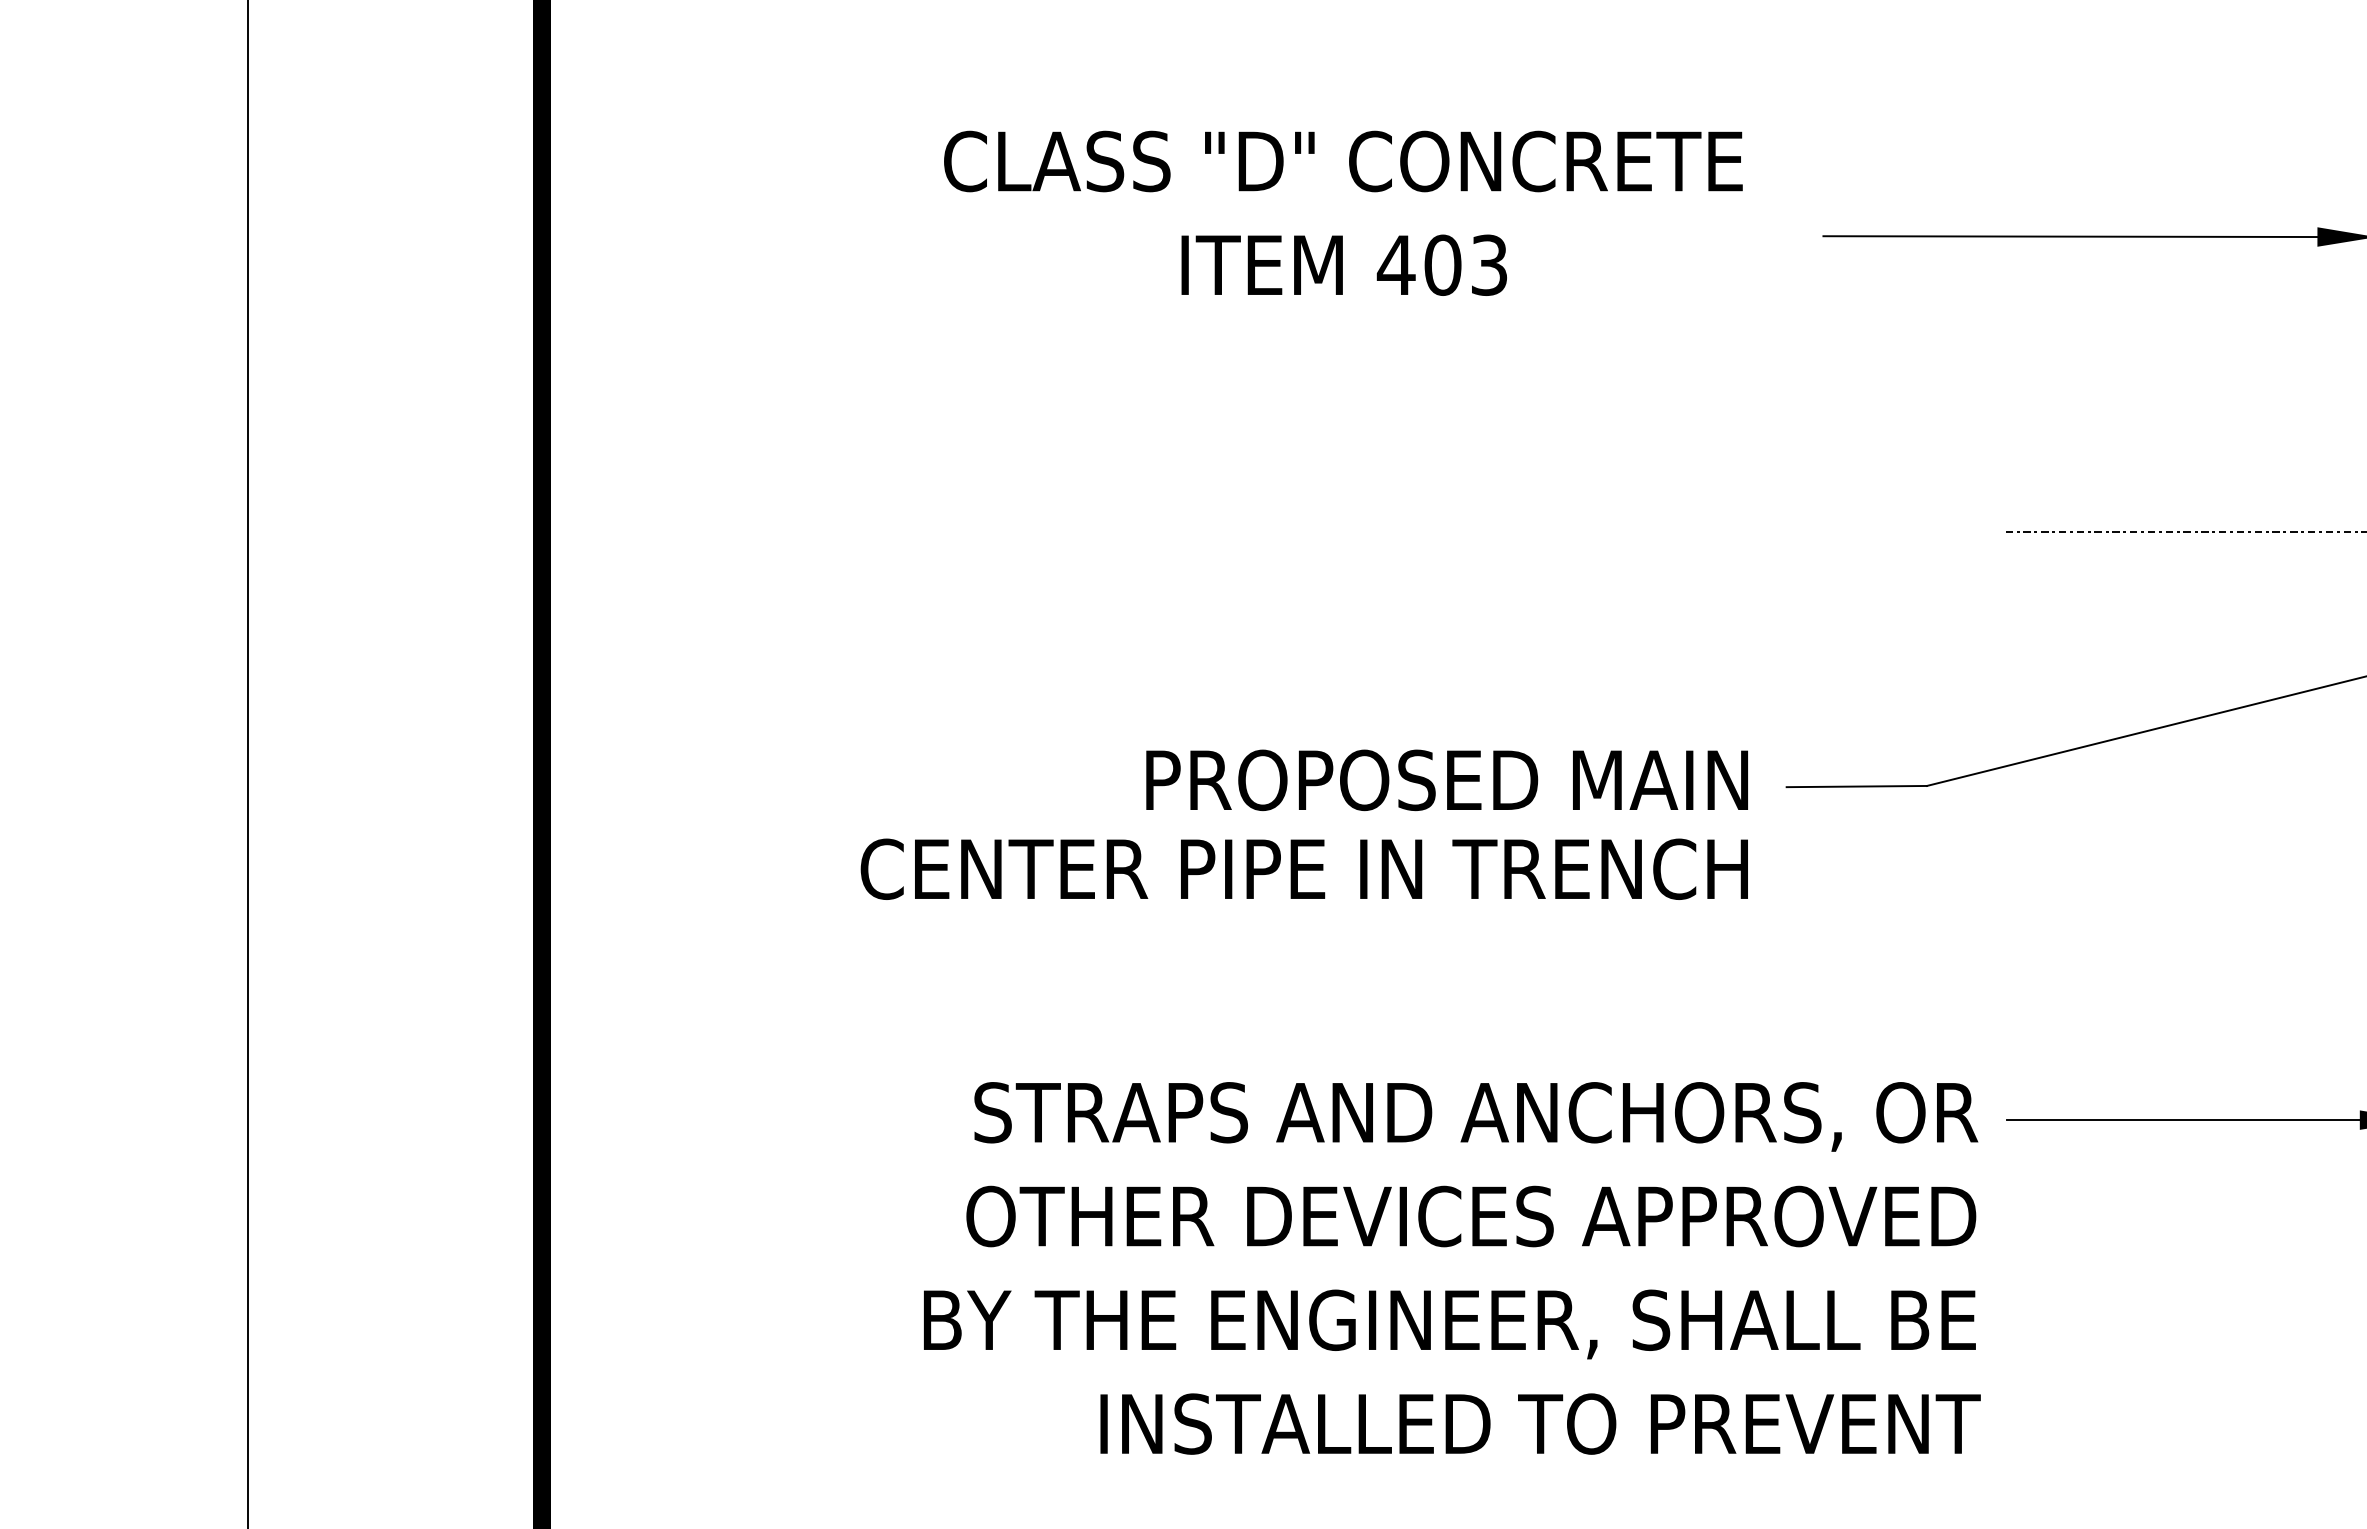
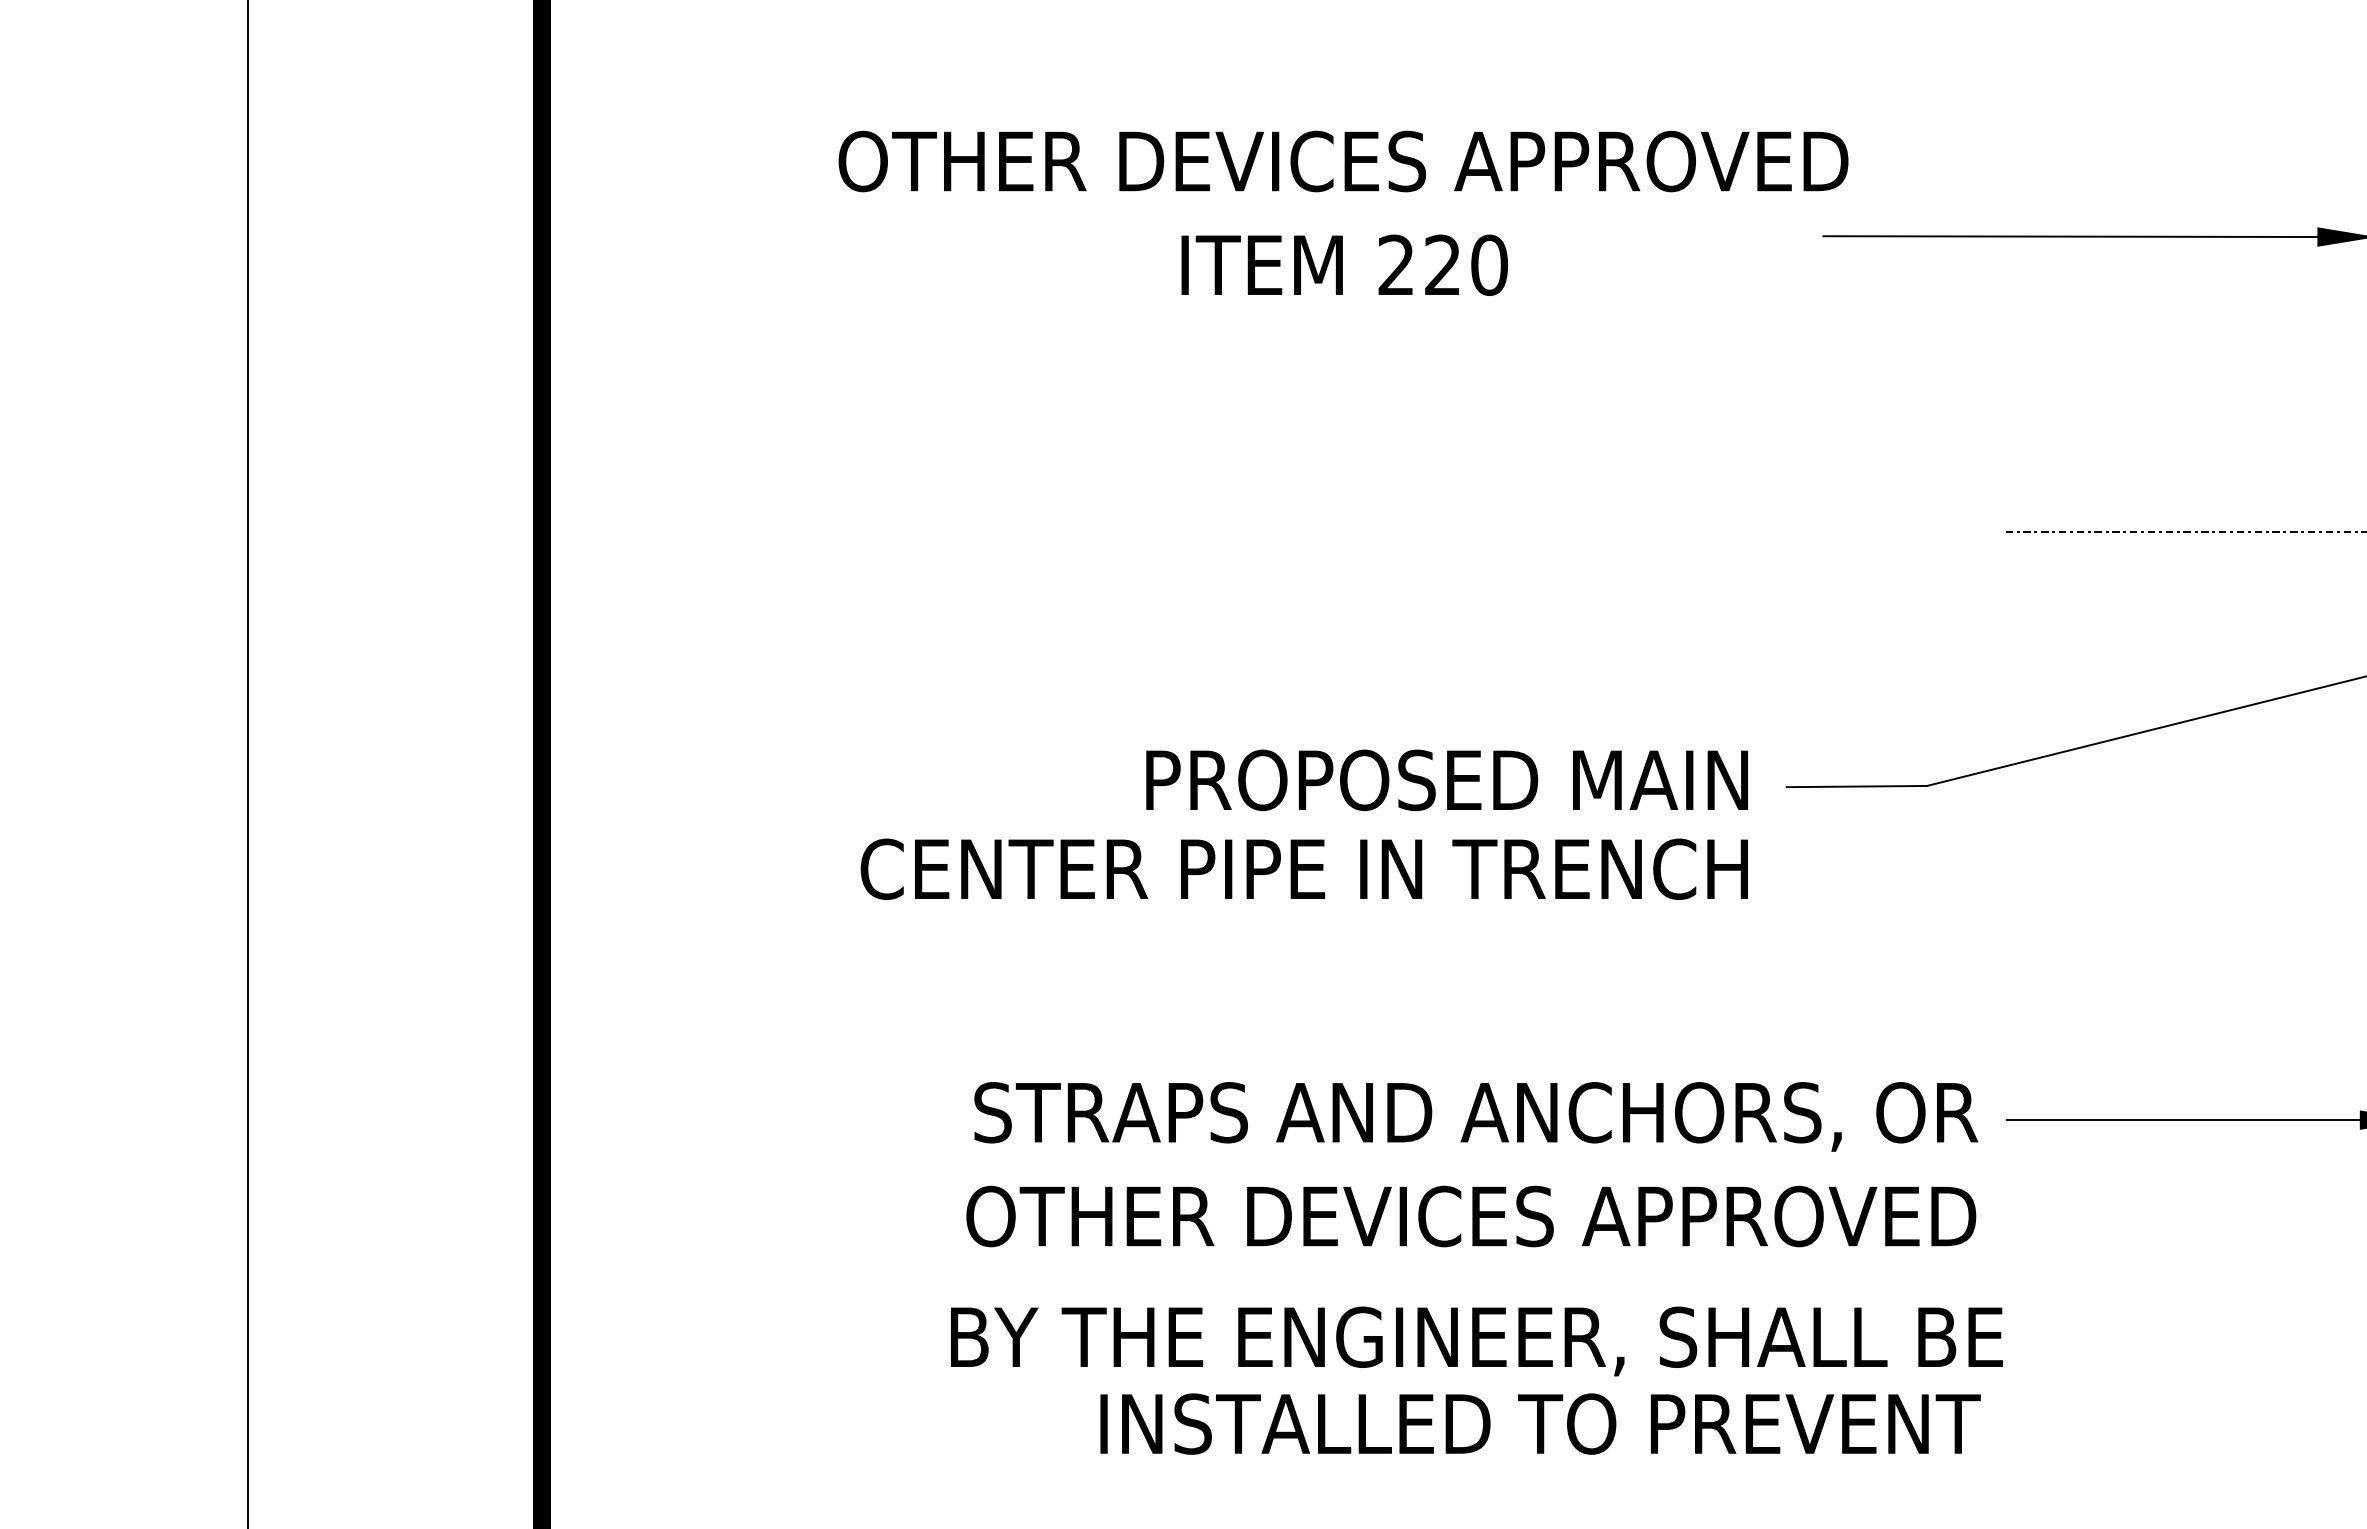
text at (1343, 161): CLASS "D" CONCRETE -> OTHER DEVICES APPROVED
text at (1442, 264): 403 -> 220
text at (1449, 1324) position: (1449, 1324) -> (1476, 1341)
